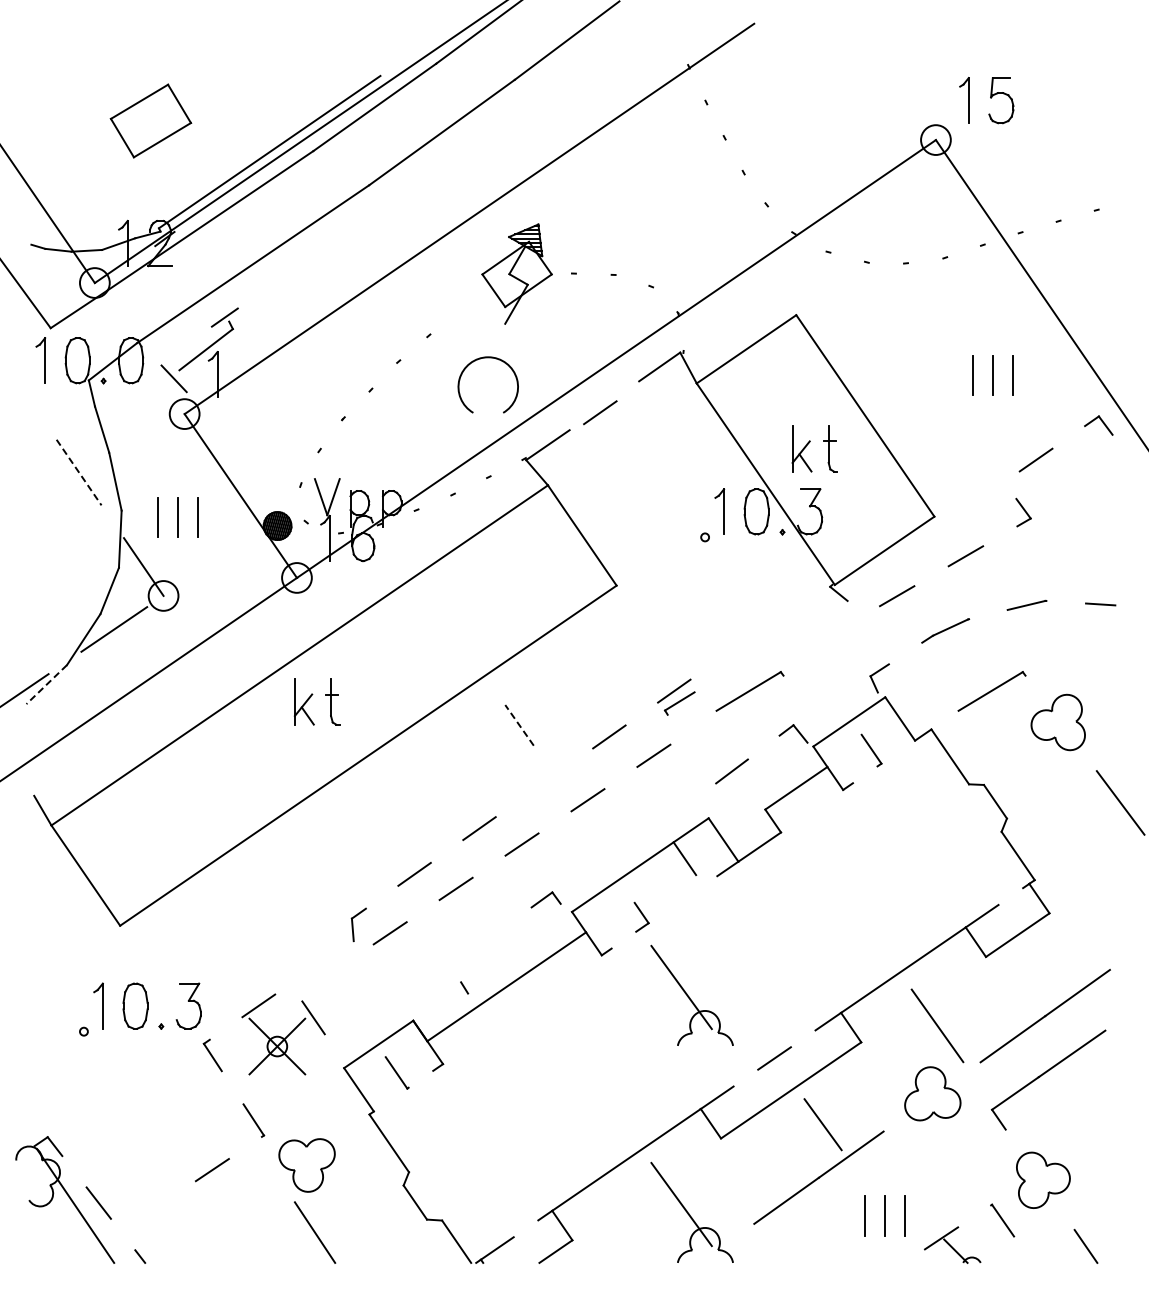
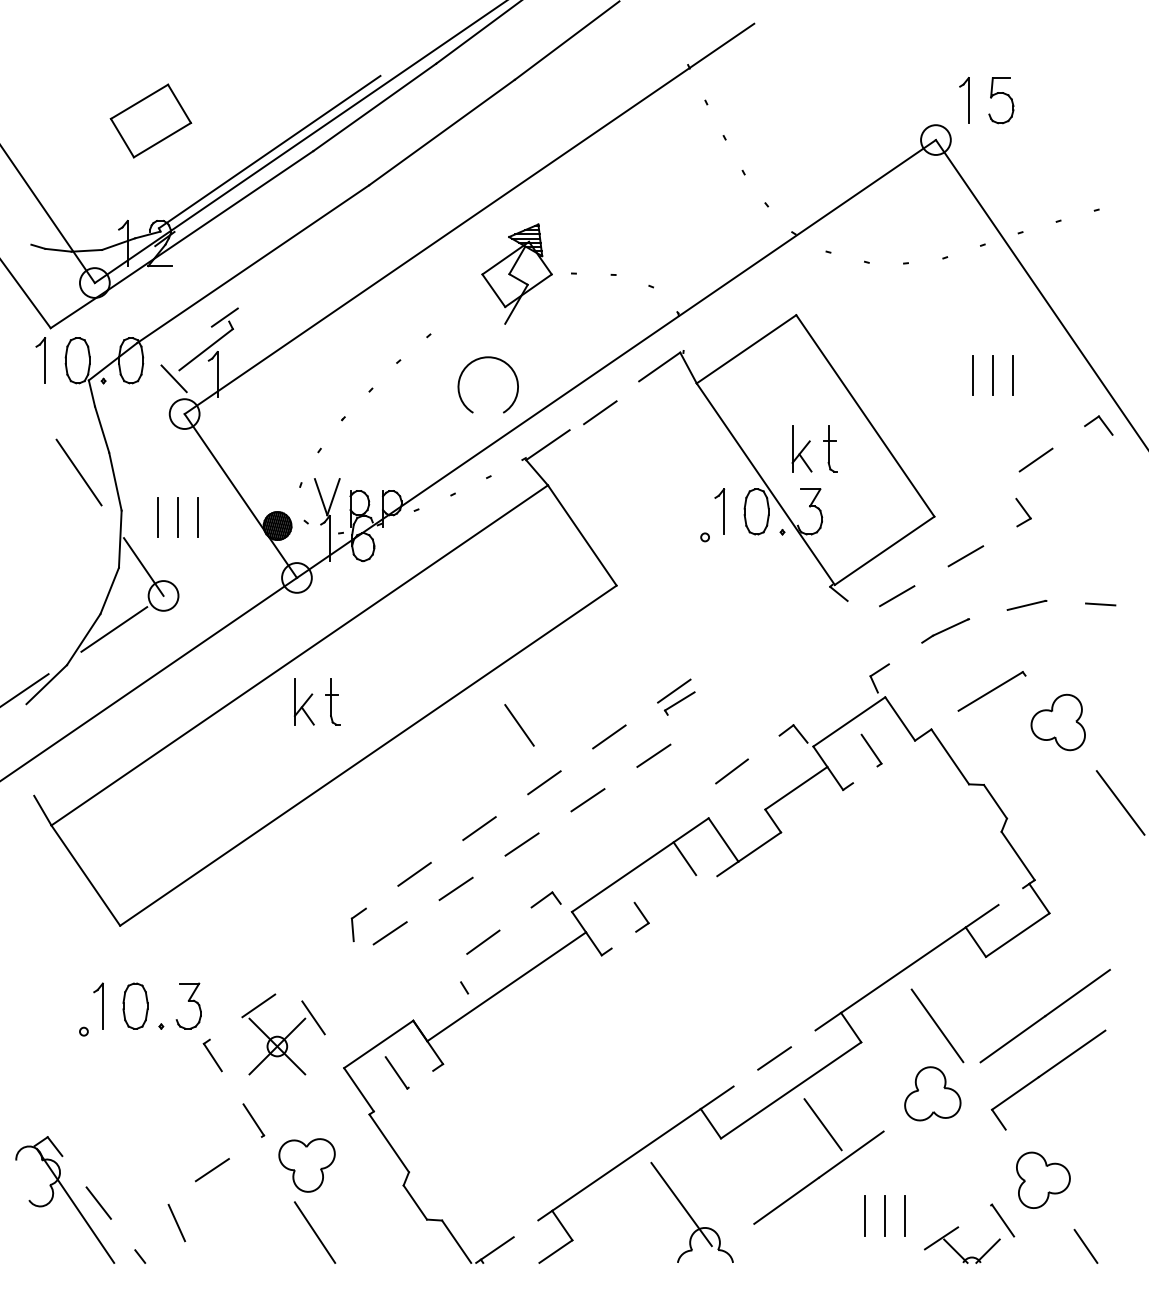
line at (79, 472): dashed -> solid
line at (46, 684): dashed -> solid
part at (749, 691): present -> none
line at (519, 725): dashed -> solid
line at (544, 782): none -> present
line at (483, 941): none -> present
part at (691, 994): present -> none
line at (176, 1222): none -> present
line at (987, 1250): none -> present
